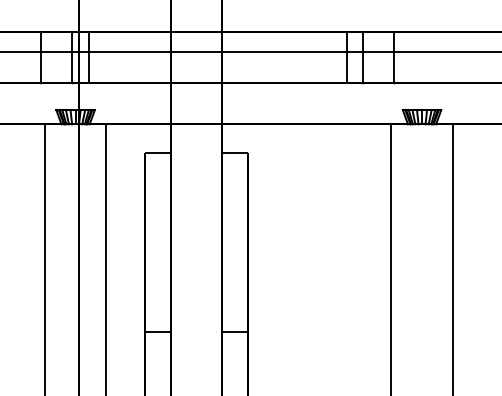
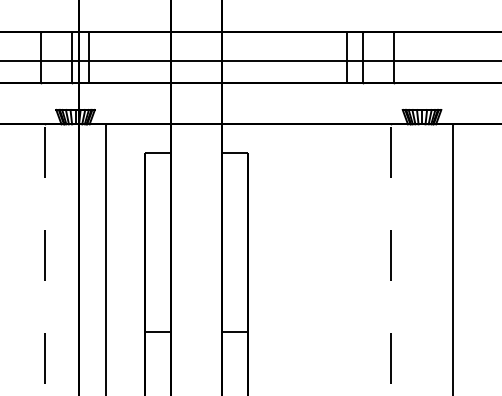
line at (250, 52) position: (250, 52) -> (250, 61)
line at (44, 259): solid -> dashed
line at (391, 259): solid -> dashed
